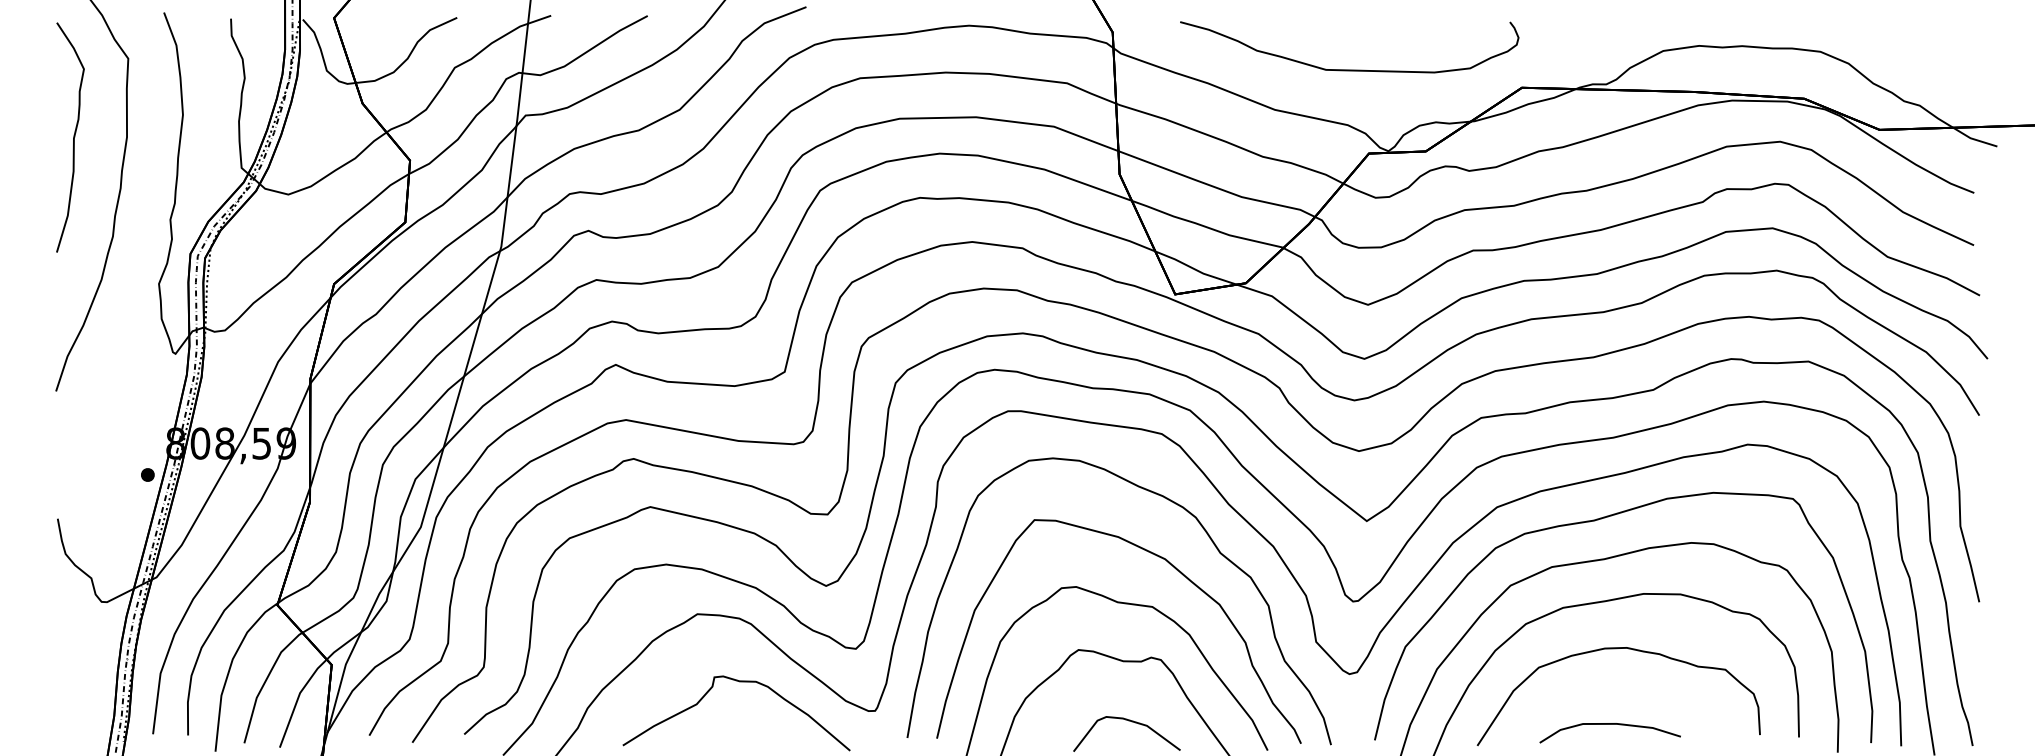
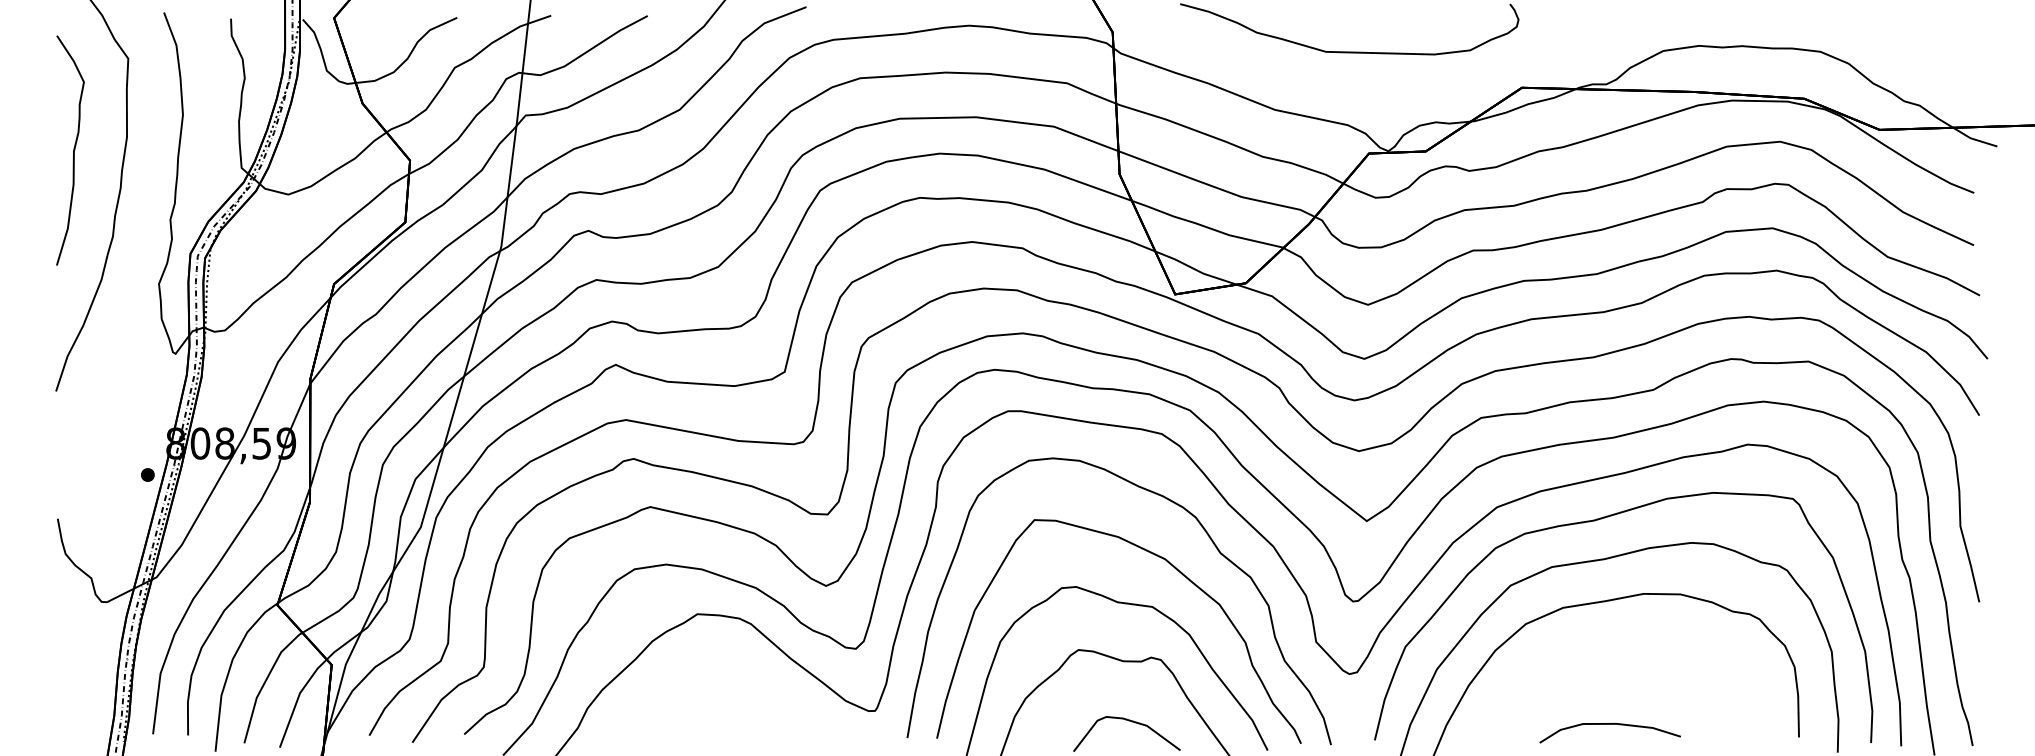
curve at (1349, 69) position: (1349, 69) -> (1349, 51)
curve at (73, 137) position: (73, 137) -> (73, 150)
curve at (1616, 649): present -> none
curve at (739, 682): present -> none
